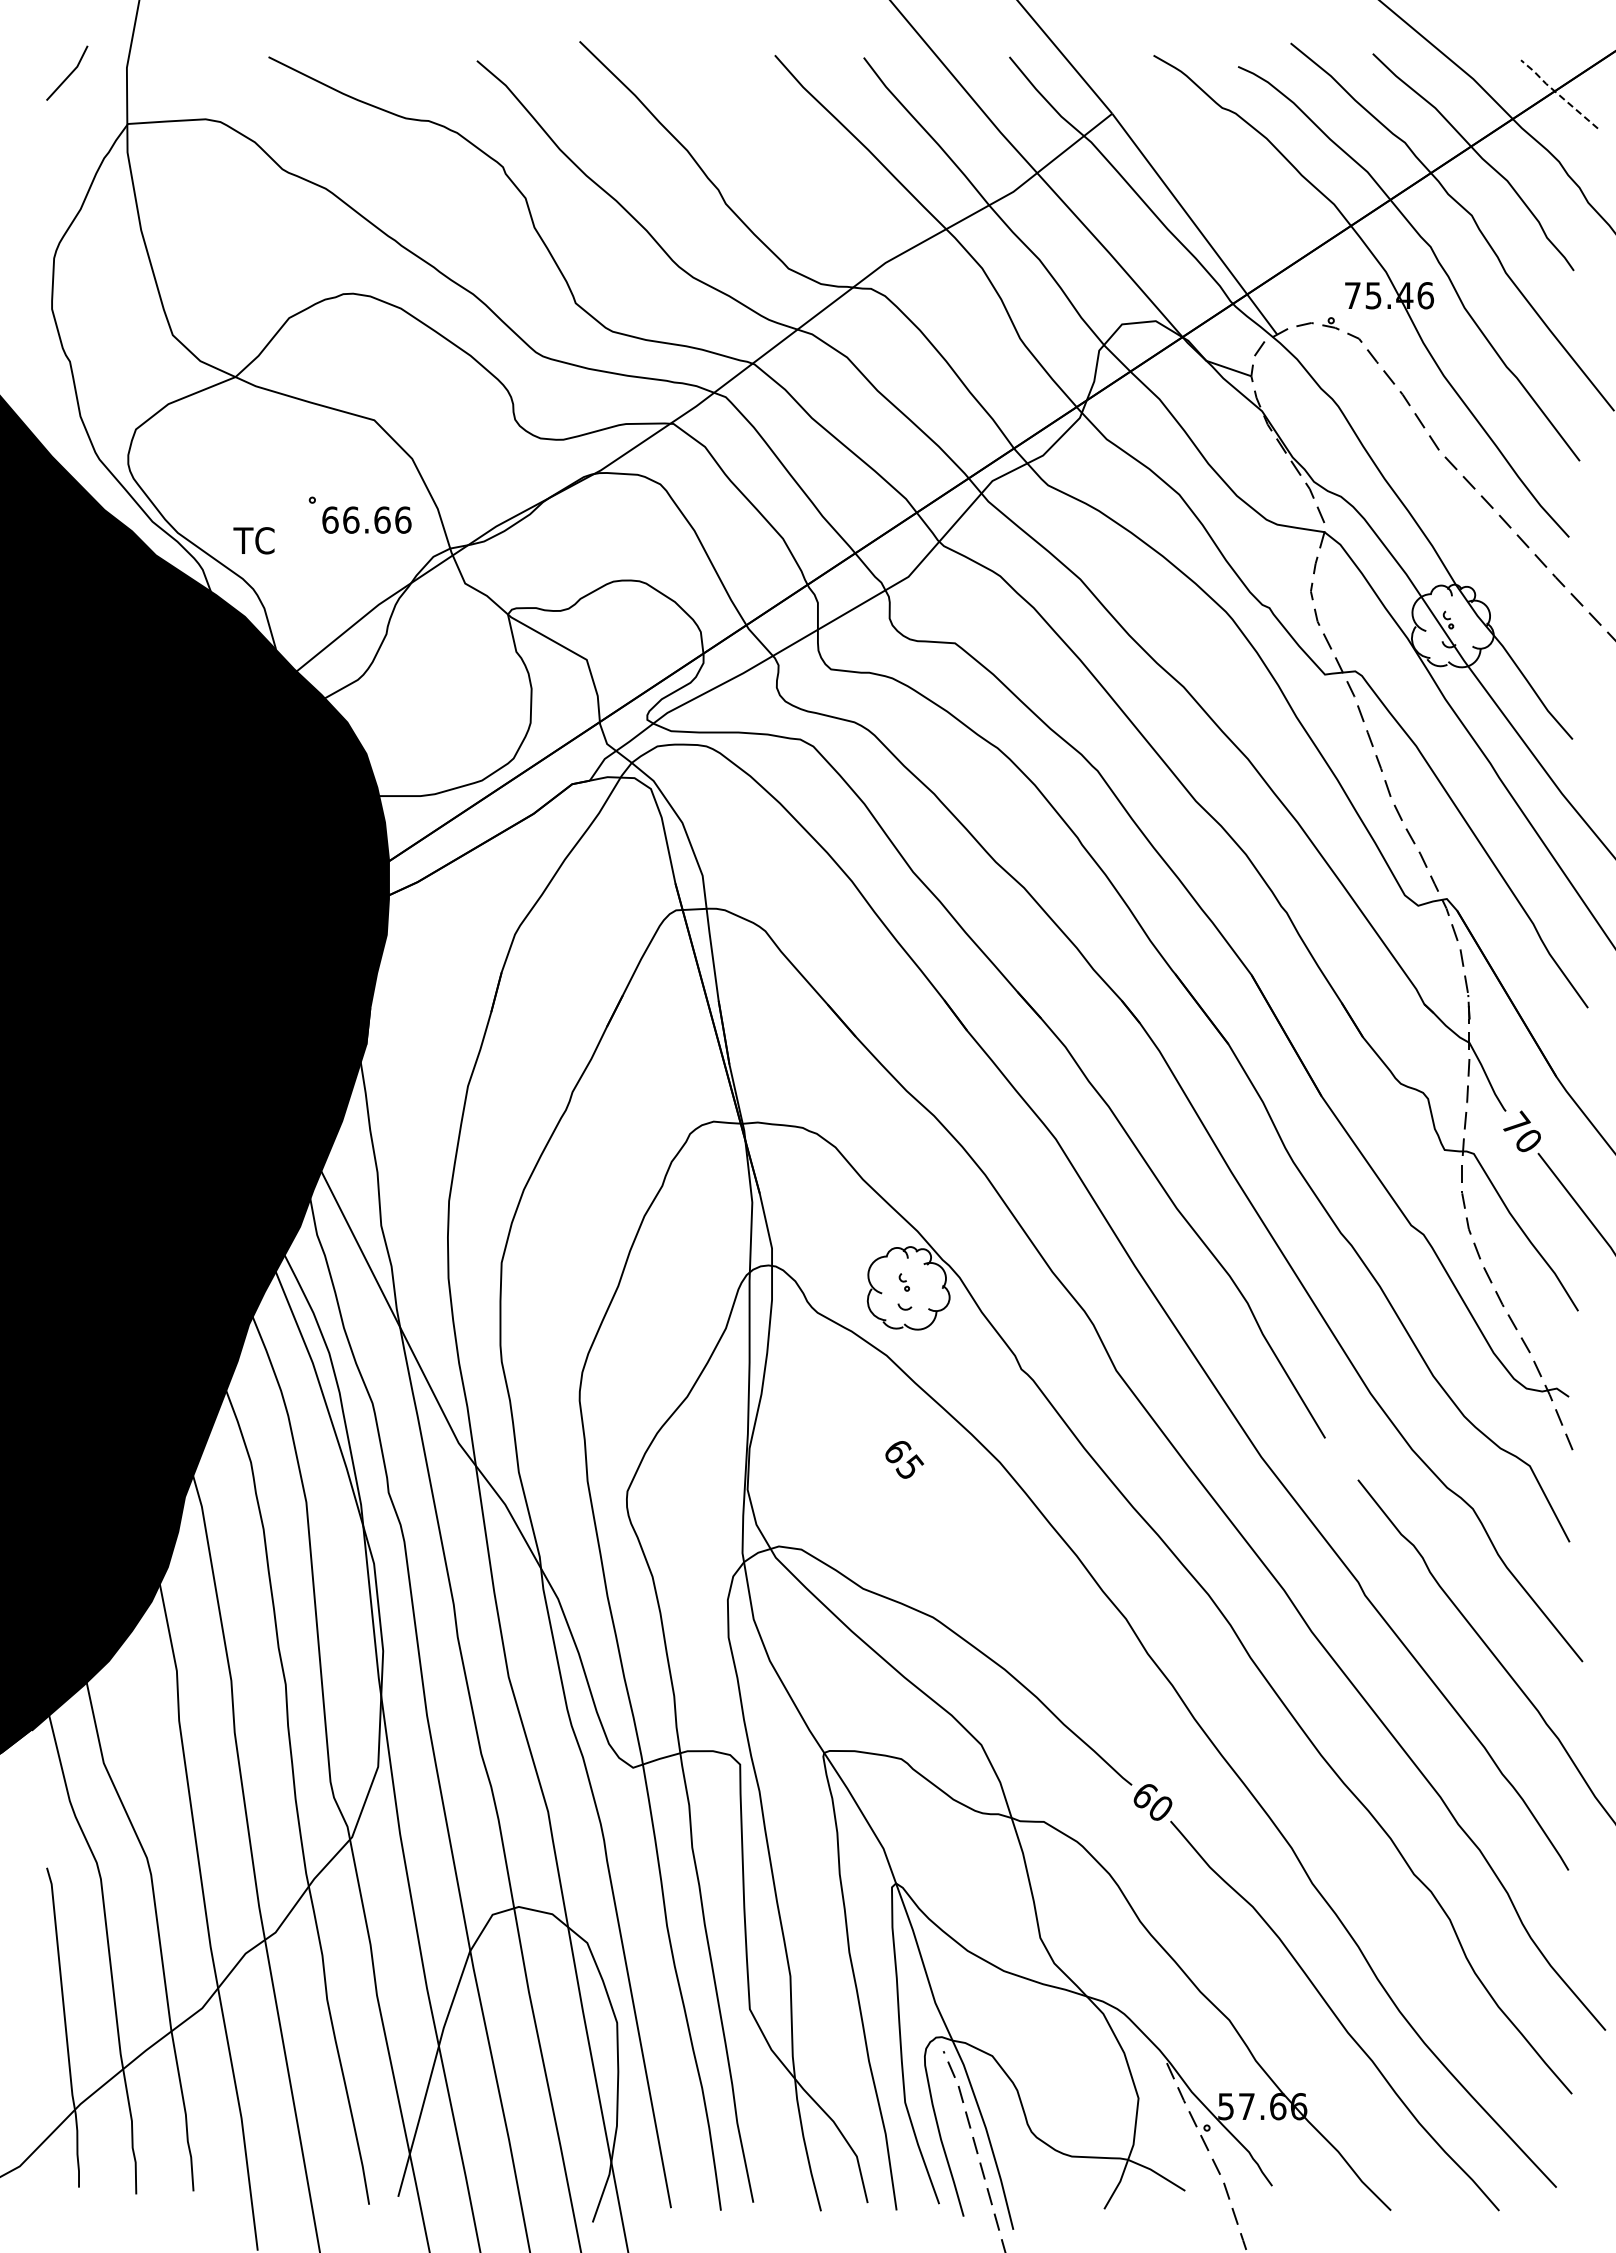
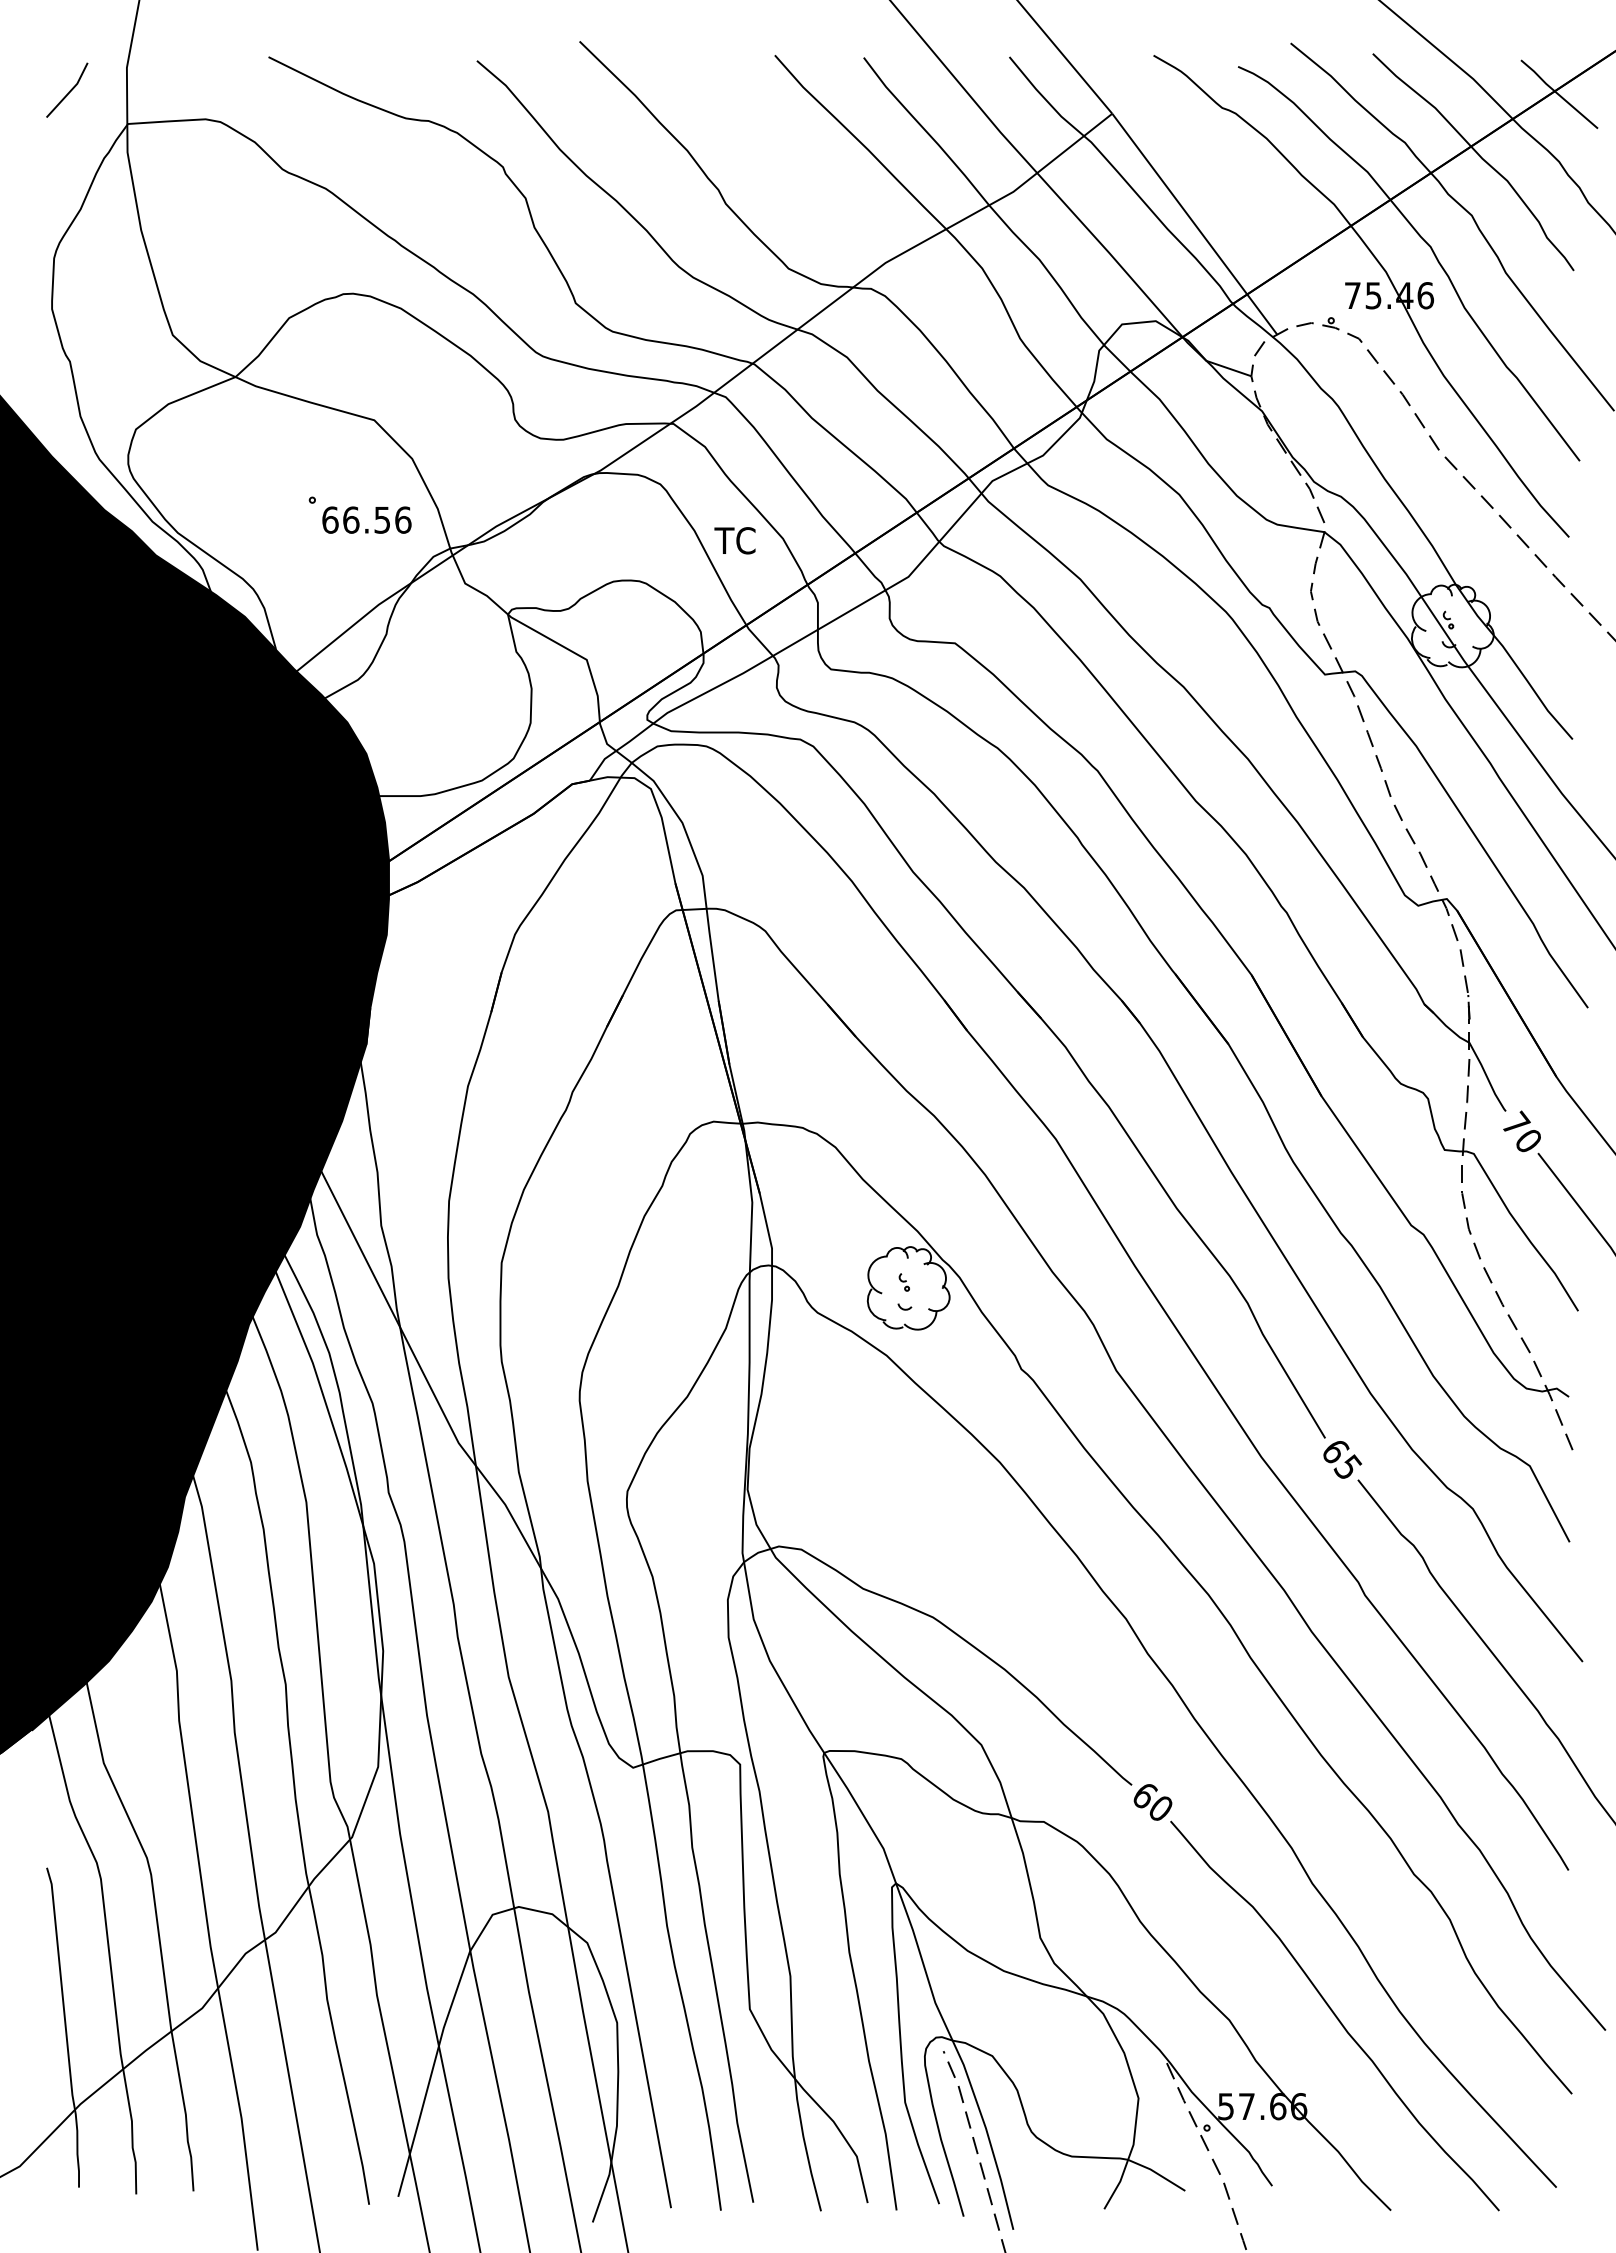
line at (69, 73) position: (69, 73) -> (69, 90)
line at (1557, 93): dashed -> solid
text at (382, 519): 66.66 -> 66.56
text at (253, 540) position: (253, 540) -> (734, 540)
text at (904, 1459) position: (904, 1459) -> (1342, 1459)
